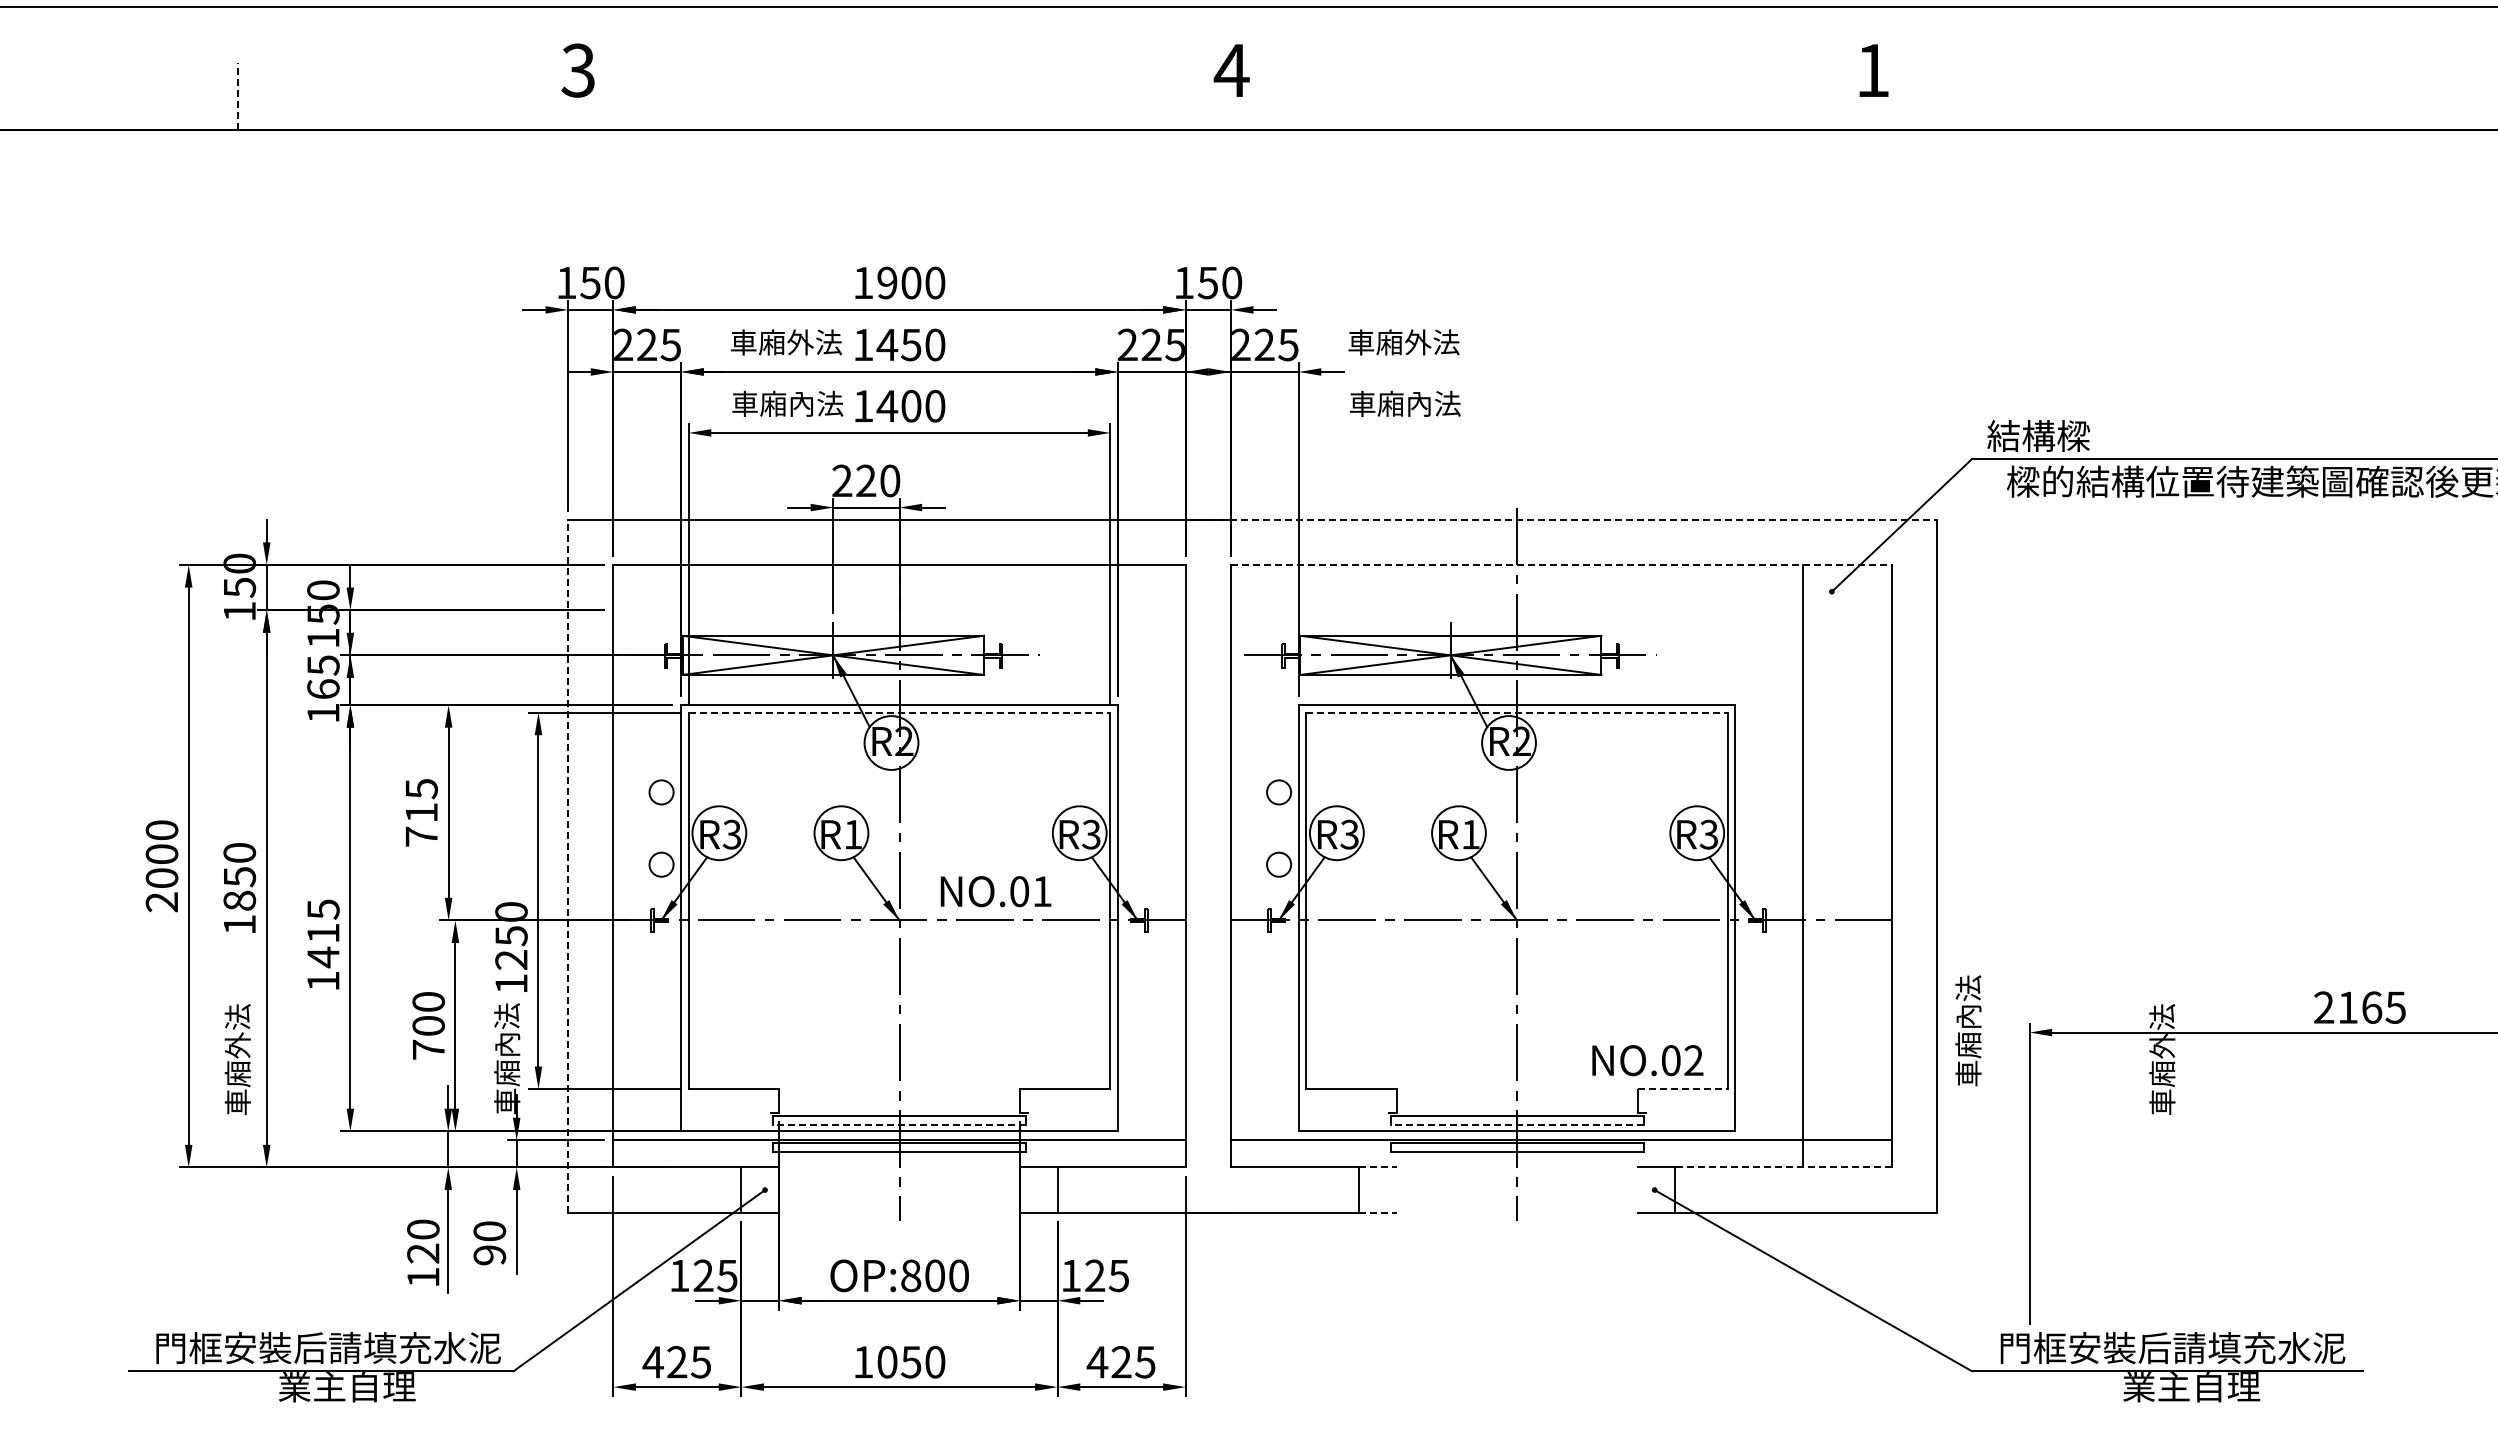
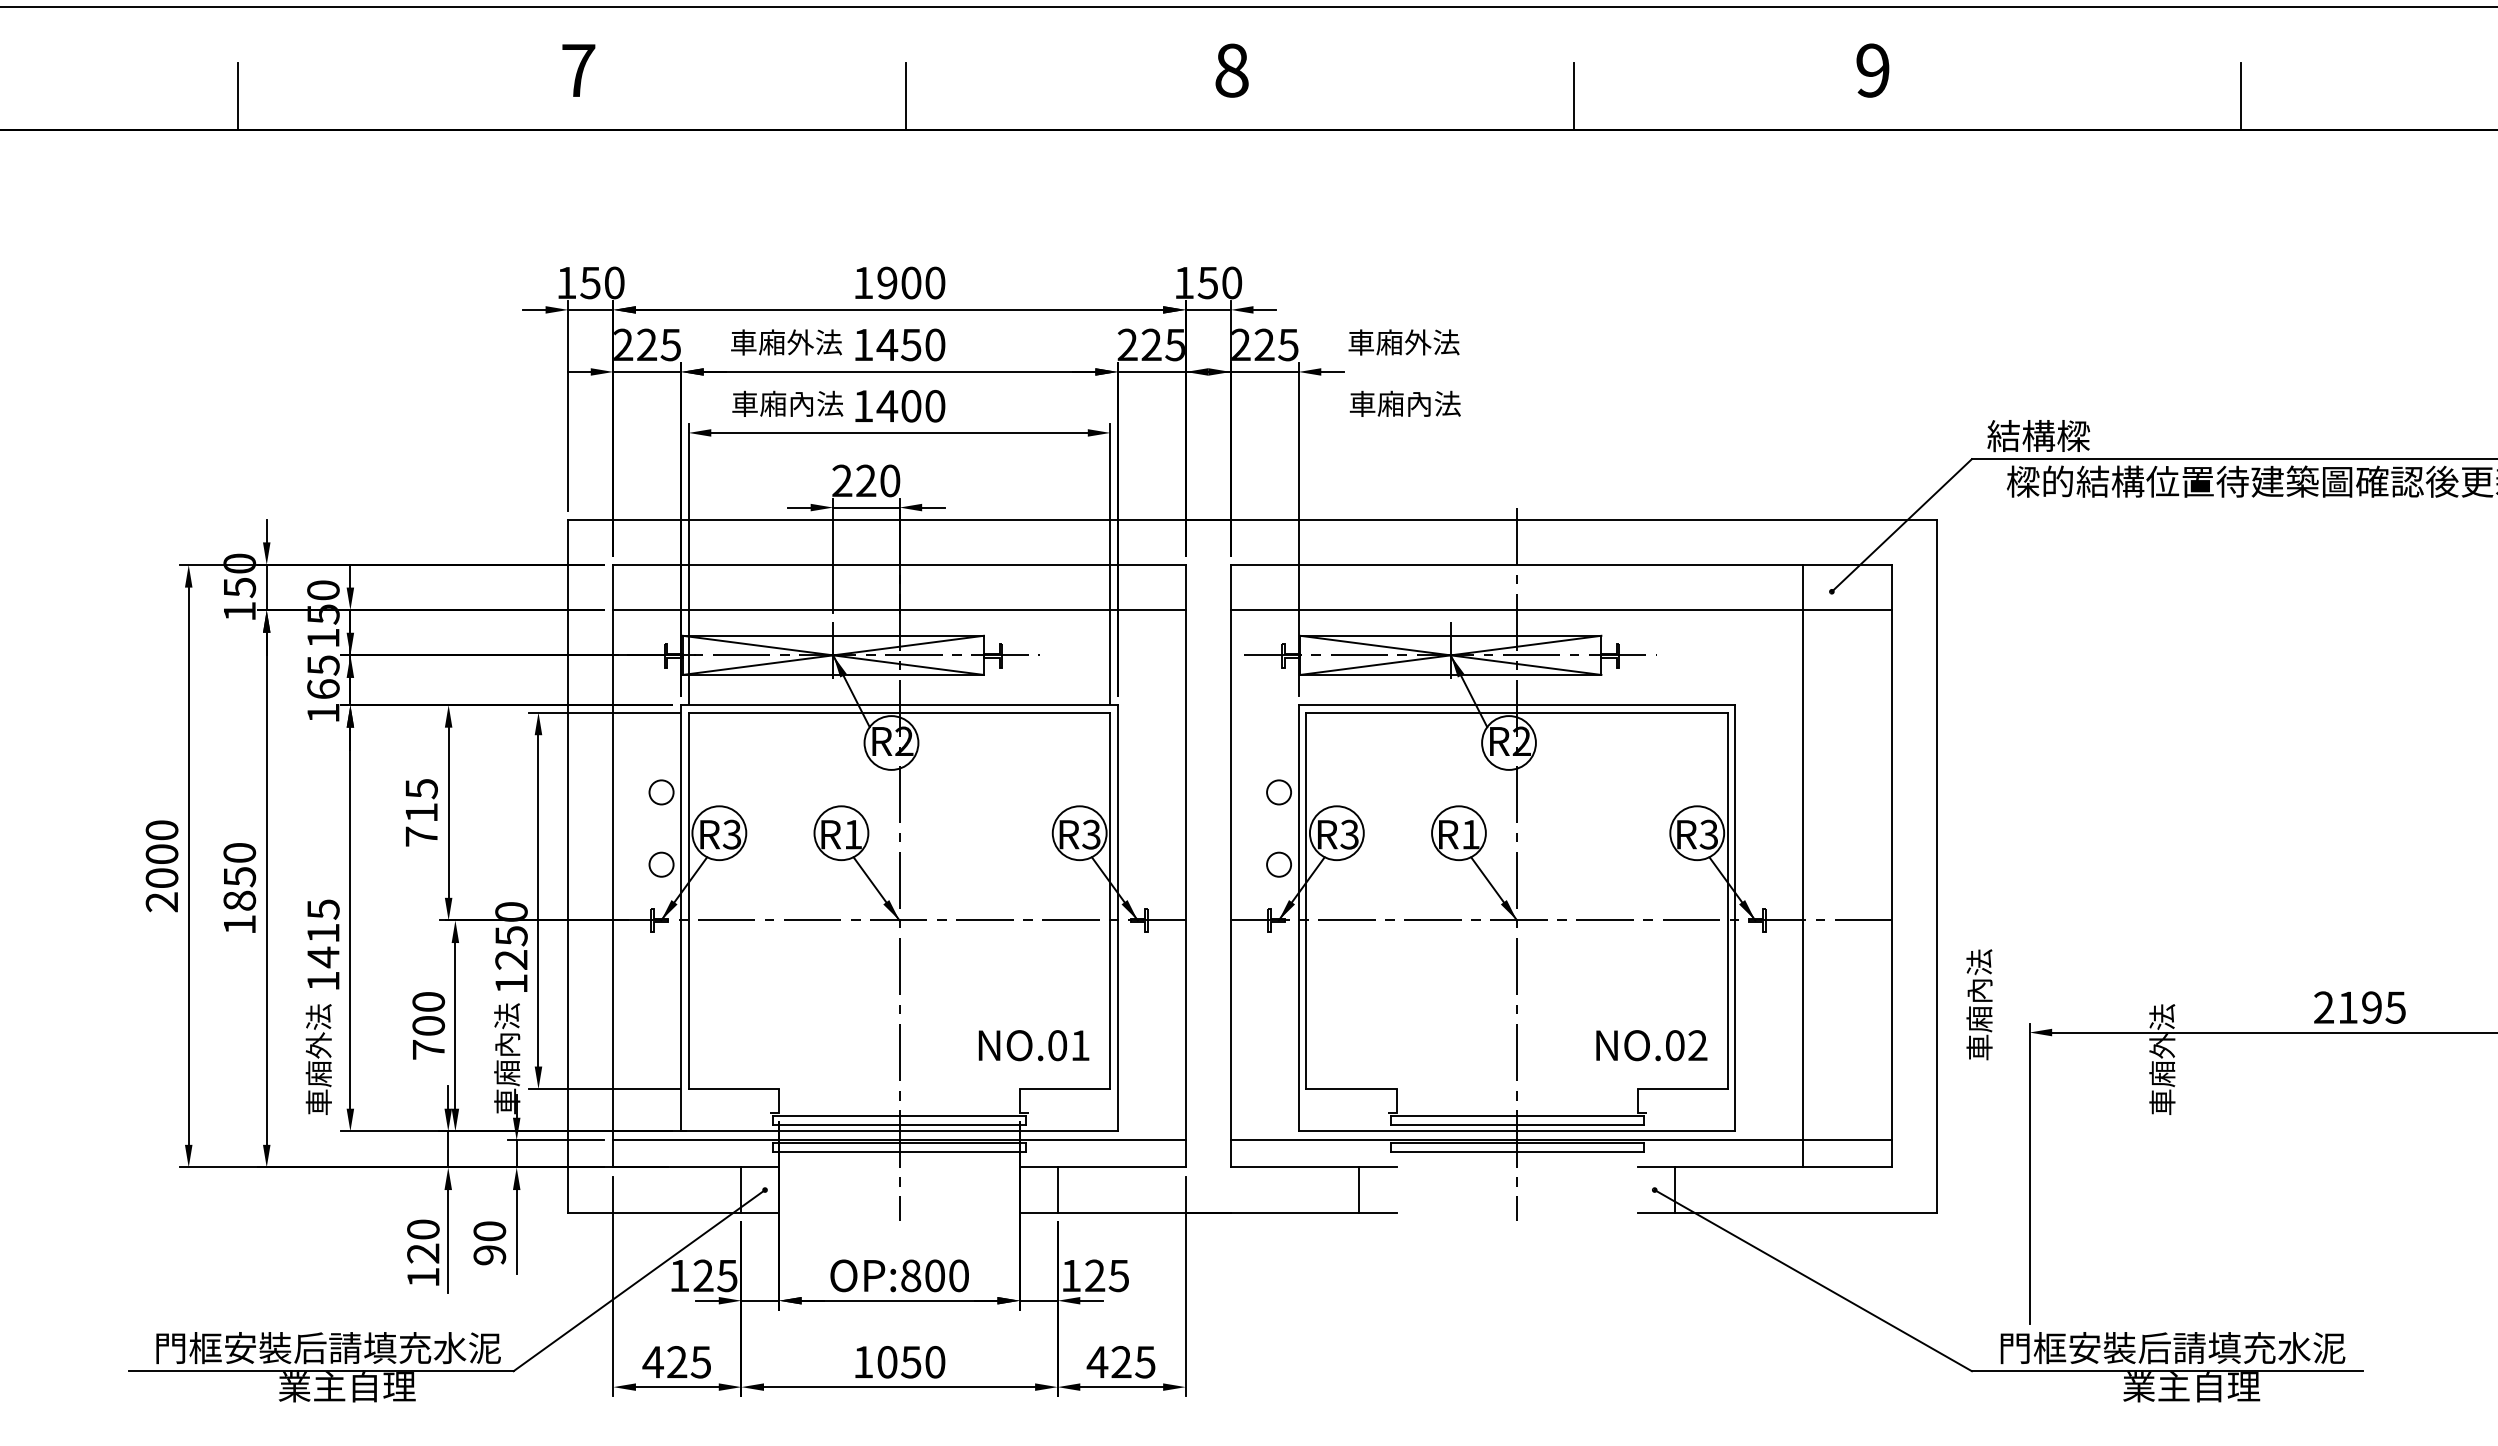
text at (578, 70): 3 -> 7
text at (1231, 70): 4 -> 8
text at (1872, 70): 1 -> 9
line at (238, 95): dashed -> solid
line at (906, 96): none -> present
line at (1573, 96): none -> present
line at (2241, 96): none -> present
line at (1561, 519): dashed -> solid
line at (1561, 565): dashed -> solid
line at (899, 610): none -> present
line at (1561, 610): none -> present
line at (899, 712): dashed -> solid
line at (1517, 712): dashed -> solid
line at (568, 865): dashed -> solid
text at (995, 891) position: (995, 891) -> (1033, 1045)
text at (2372, 1007): 2165 -> 2195
text at (1968, 1030) position: (1968, 1030) -> (1979, 1004)
text at (237, 1059) position: (237, 1059) -> (318, 1059)
text at (1647, 1060) position: (1647, 1060) -> (1651, 1045)
line at (1683, 1089): dashed -> solid
line at (899, 1125): dashed -> solid
line at (1517, 1125): dashed -> solid
line at (1377, 1167): dashed -> solid
line at (1783, 1167): dashed -> solid
line at (1377, 1212): dashed -> solid
